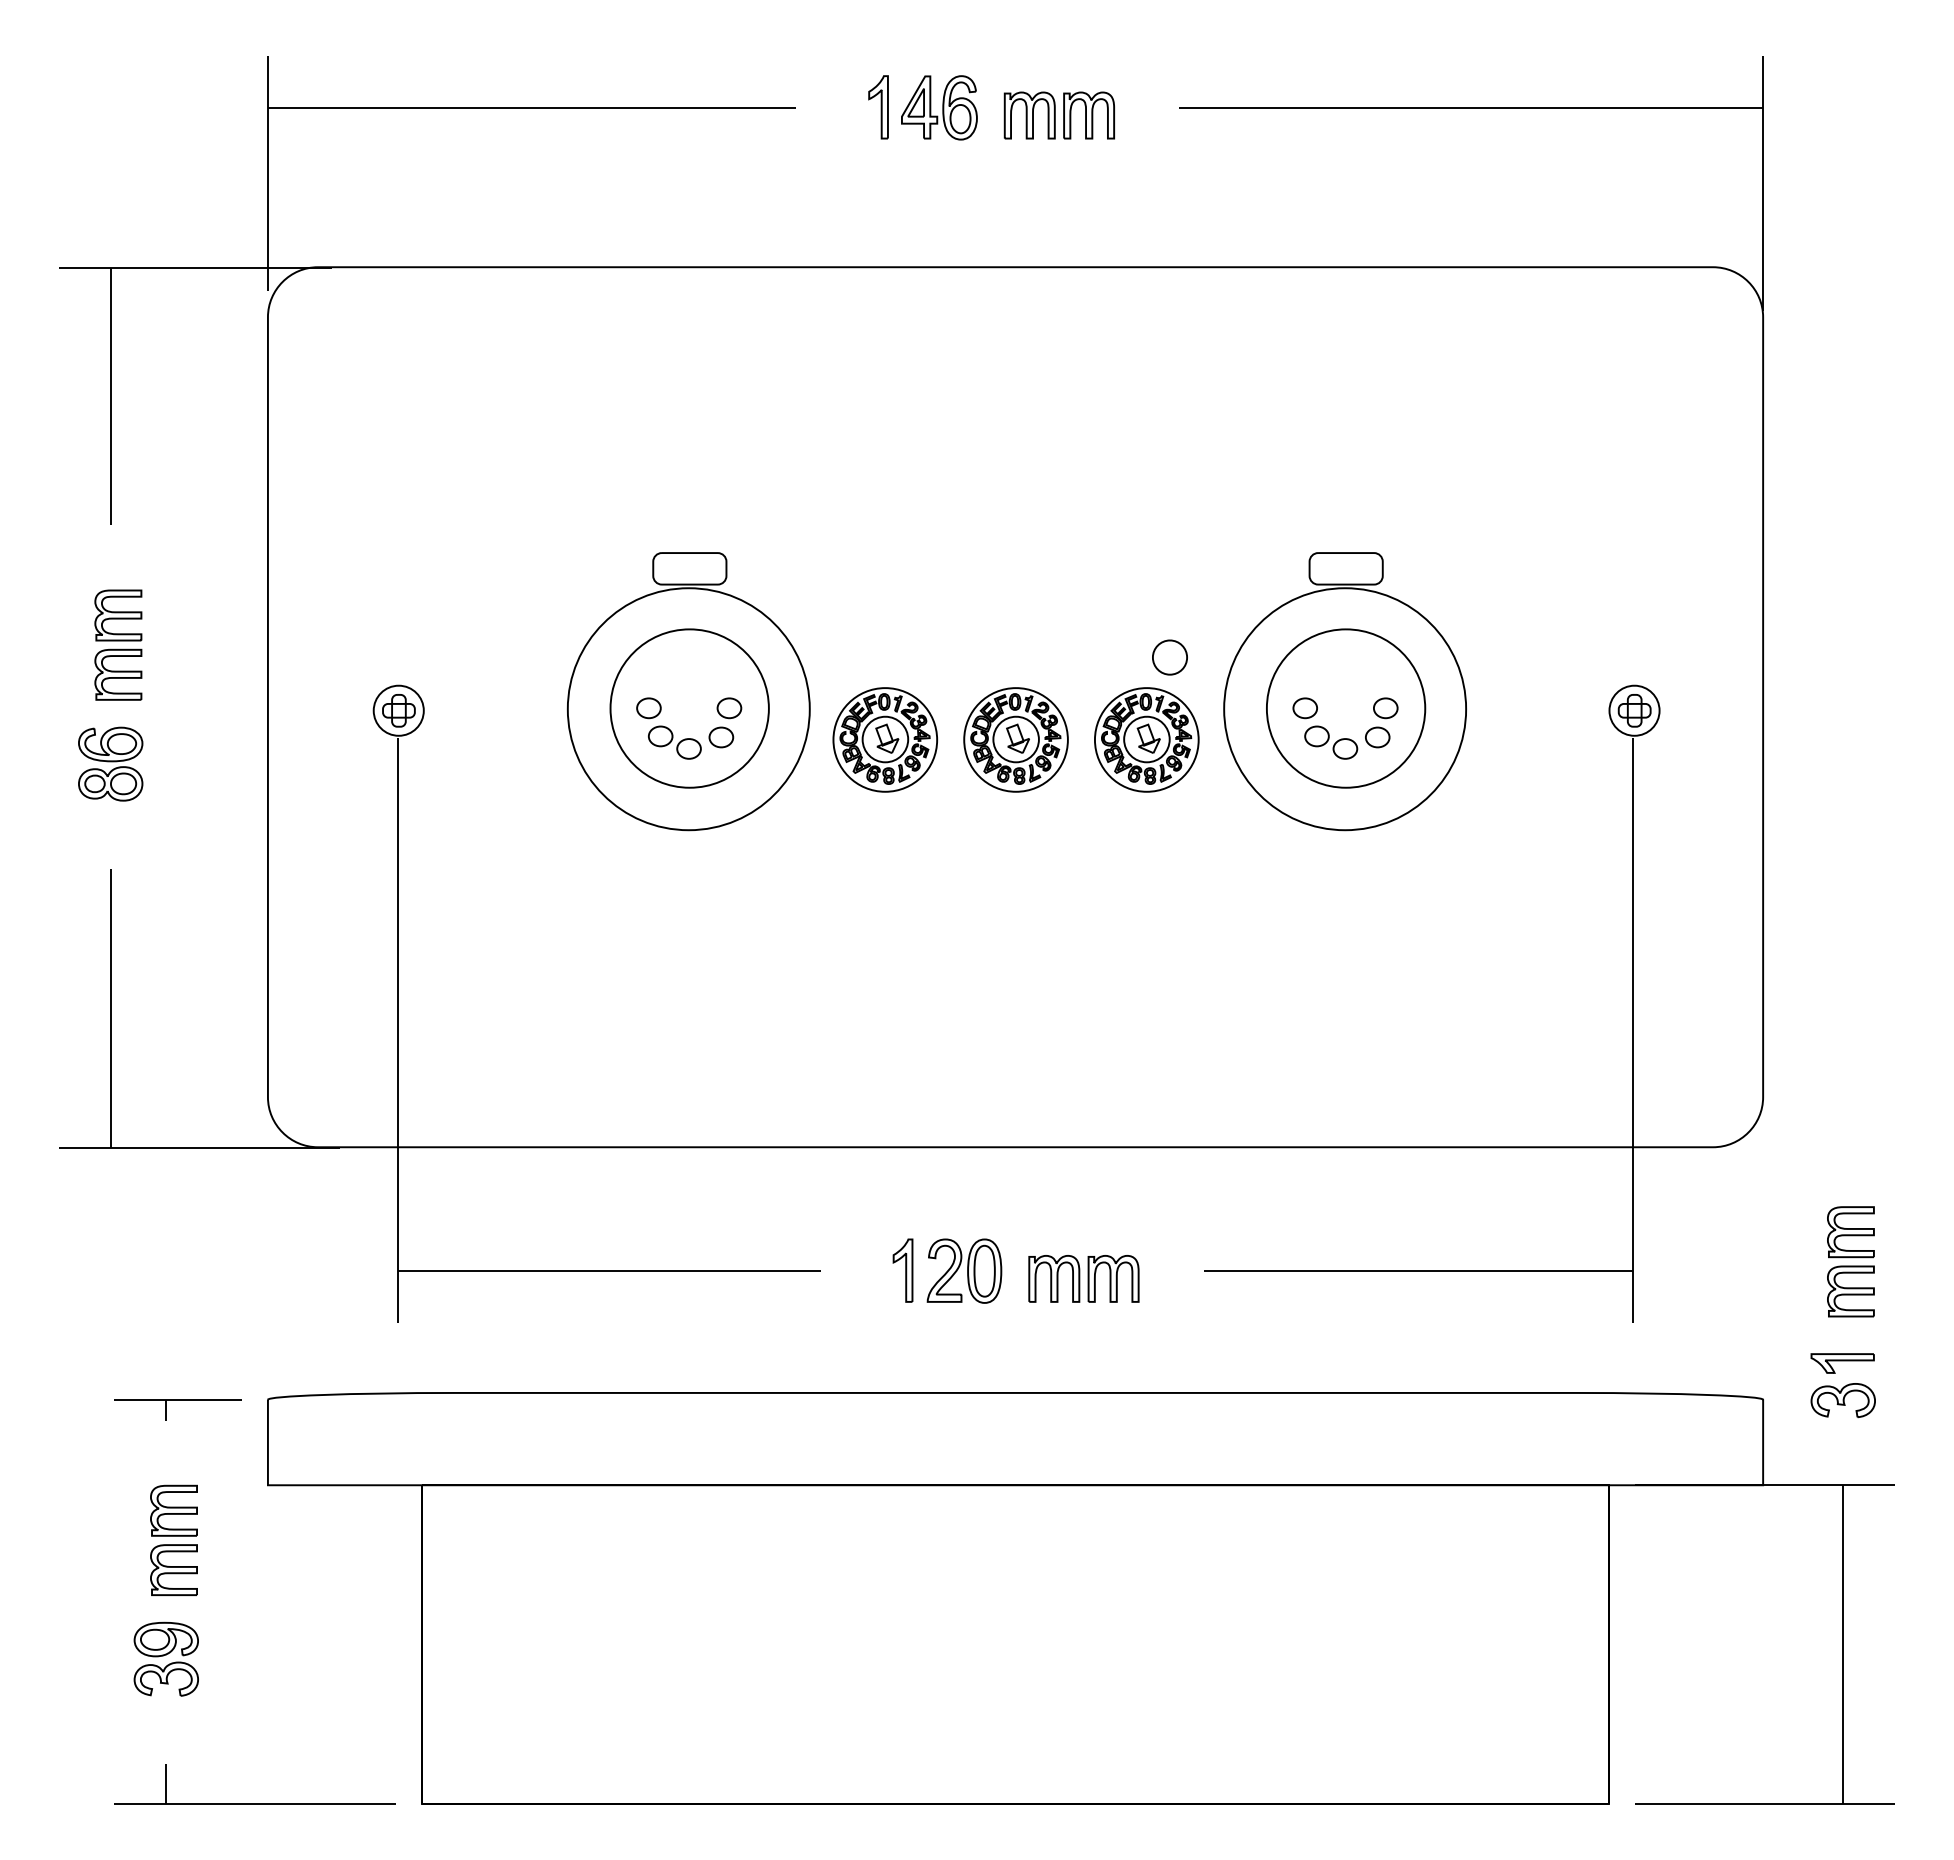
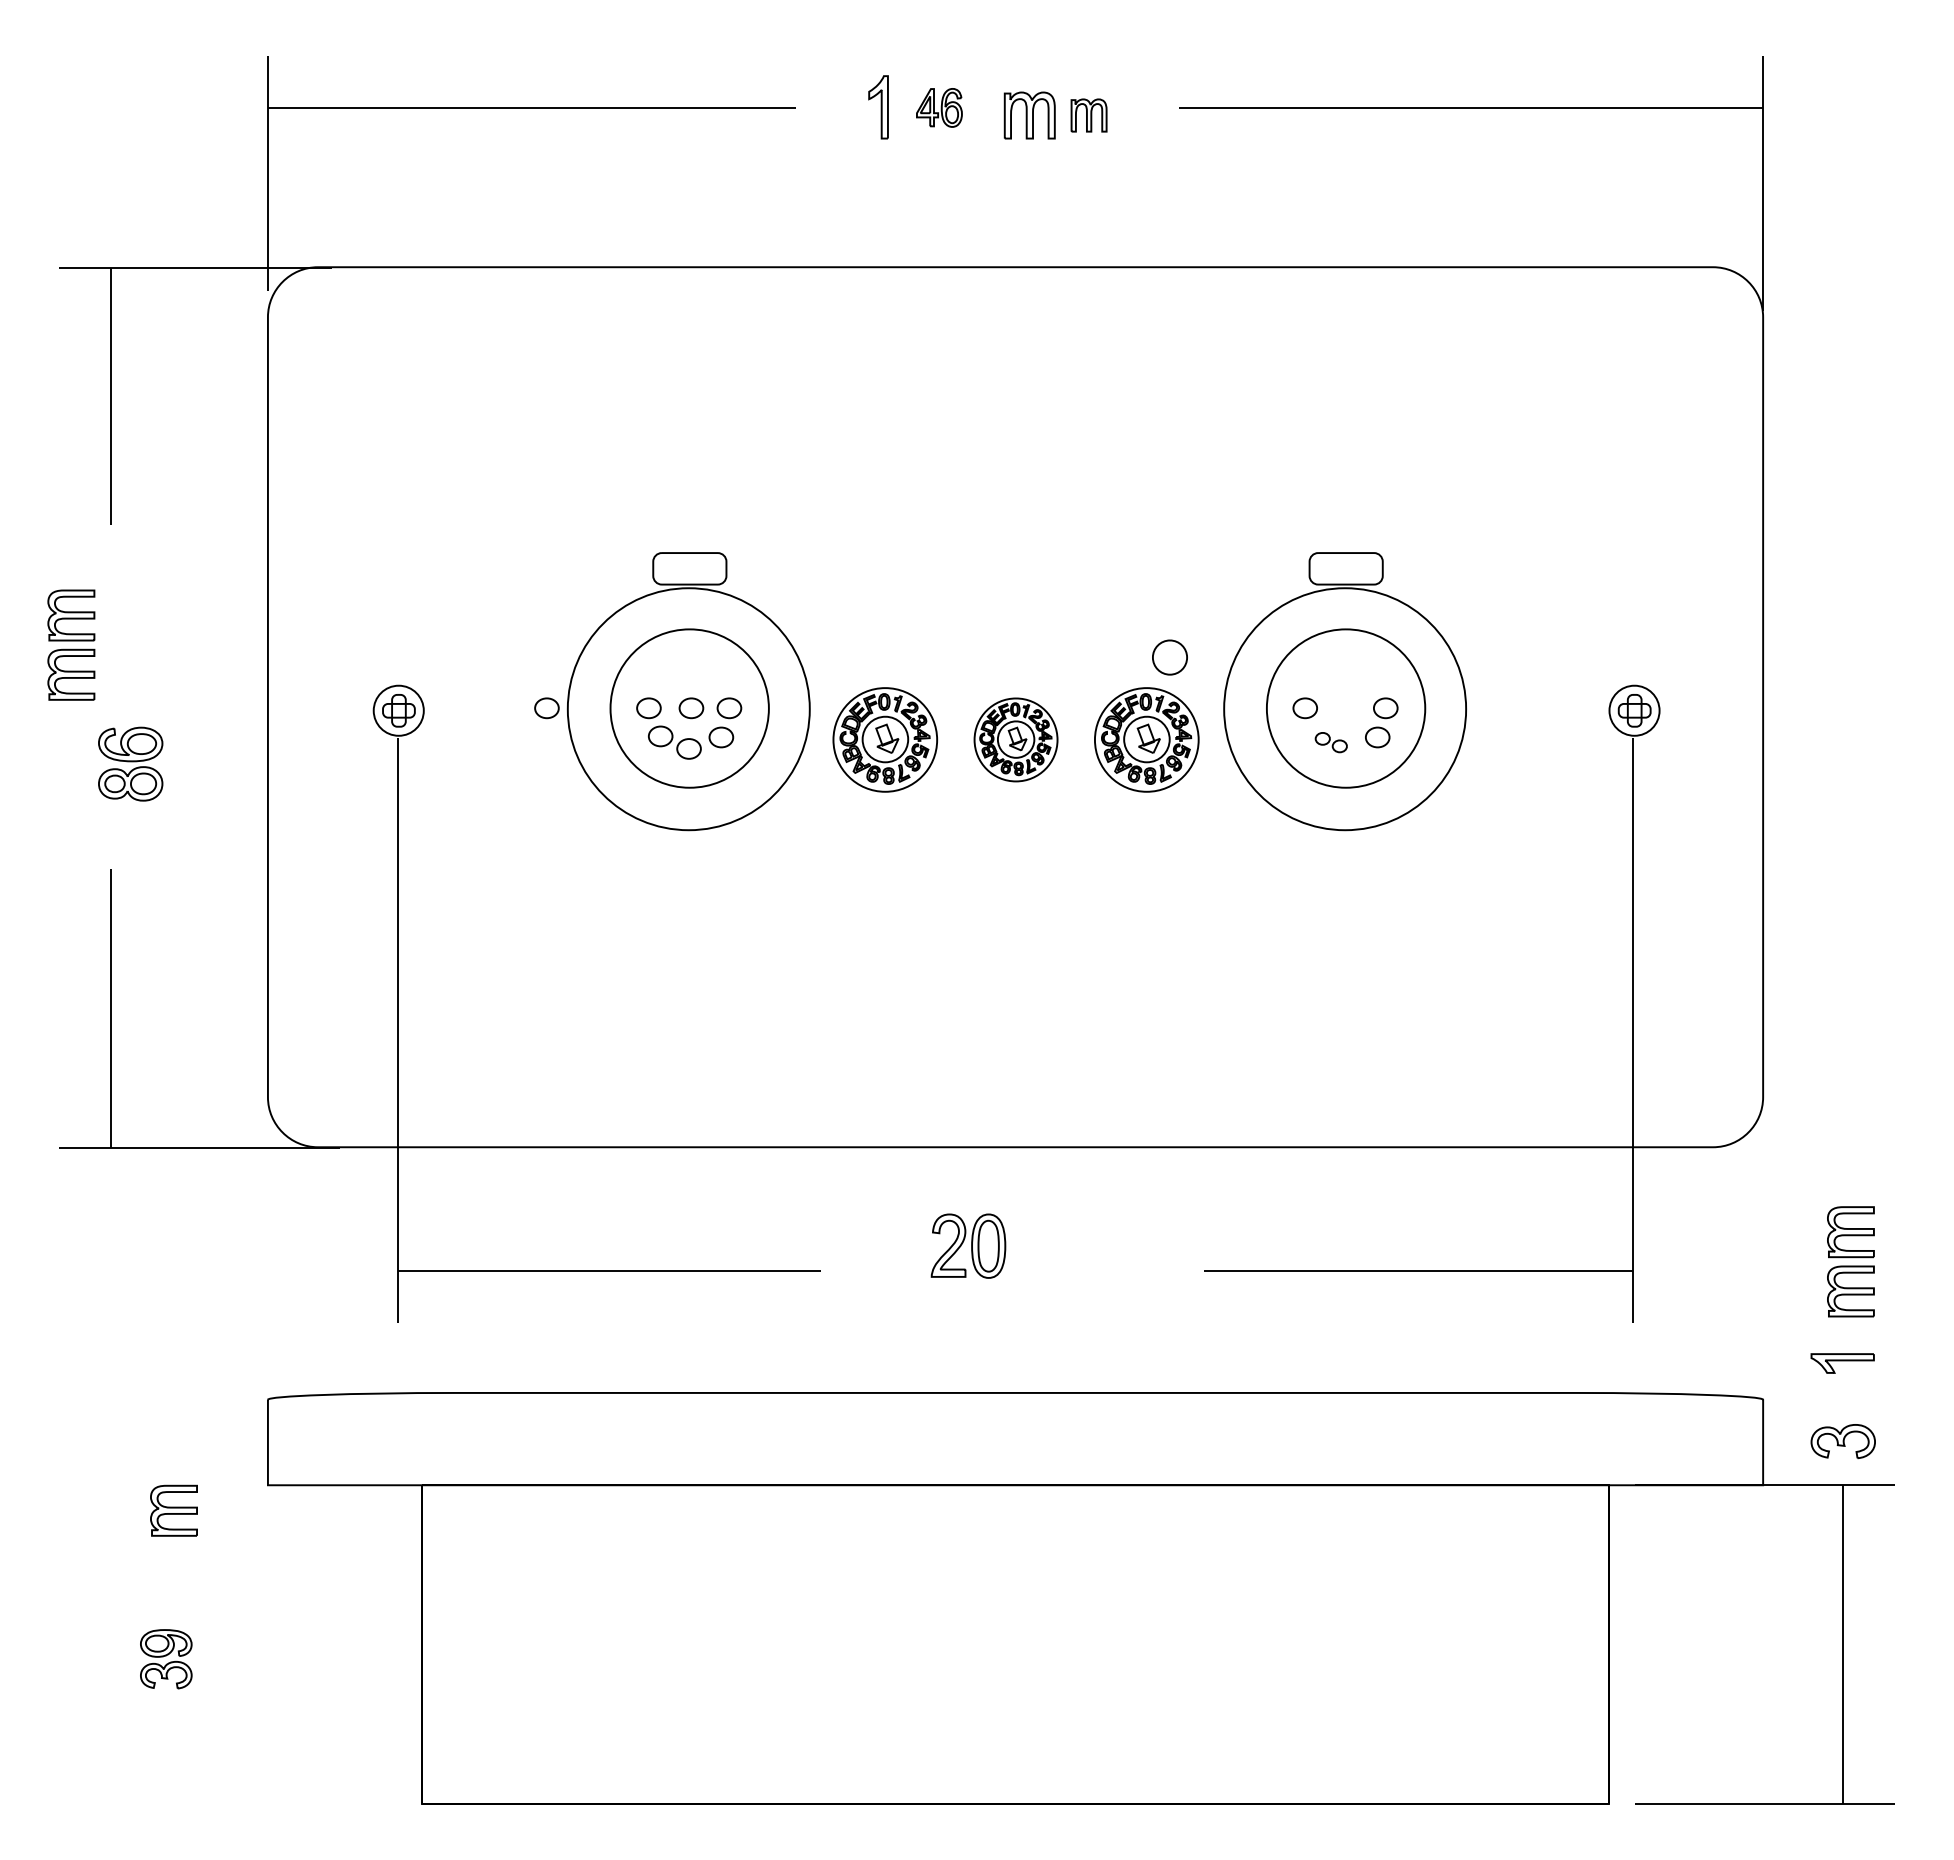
part at (939, 107) size: 77x66 px -> 47x40 px
part at (1088, 115) size: 52x49 px -> 38x35 px
part at (118, 644) position: (118, 644) -> (71, 644)
part at (546, 708): none -> present
part at (691, 708): none -> present
part at (1015, 739) size: 106x106 px -> 86x86 px
part at (1331, 742) size: 55x35 px -> 34x22 px
part at (110, 763) position: (110, 763) -> (130, 763)
part at (902, 1270): present -> none
part at (964, 1270) position: (964, 1270) -> (968, 1245)
part at (1083, 1278): present -> none
part at (177, 1400): present -> none
part at (1842, 1400) position: (1842, 1400) -> (1842, 1441)
part at (173, 1569): present -> none
part at (165, 1658) size: 66x76 px -> 53x61 px
part at (254, 1803): present -> none
